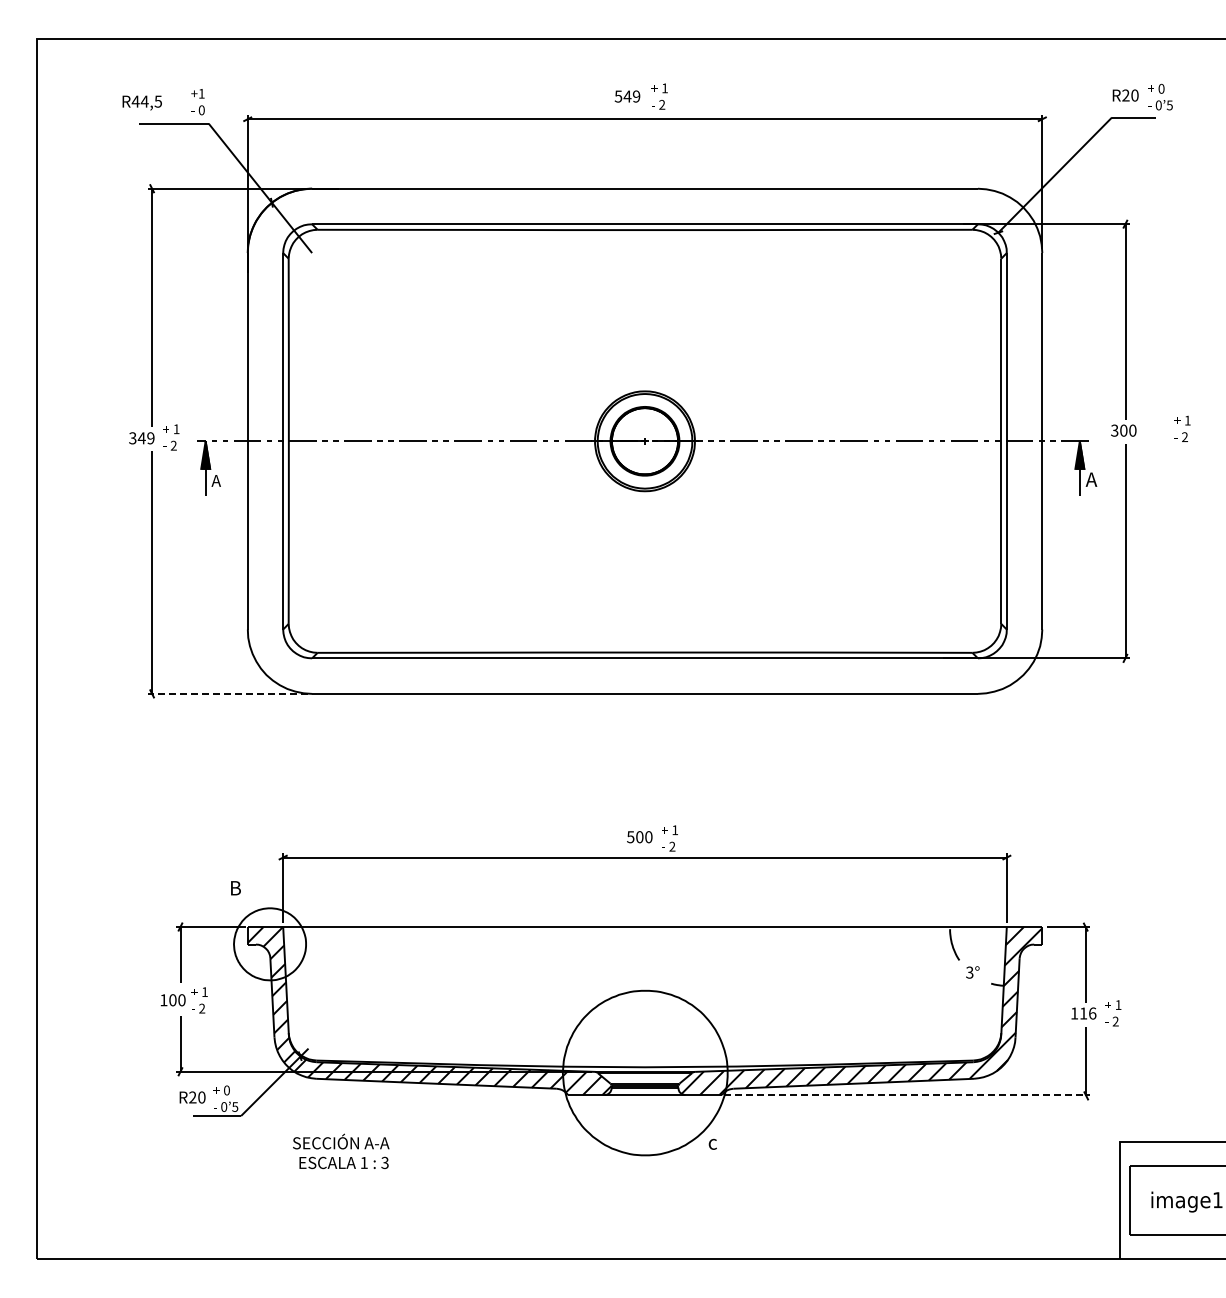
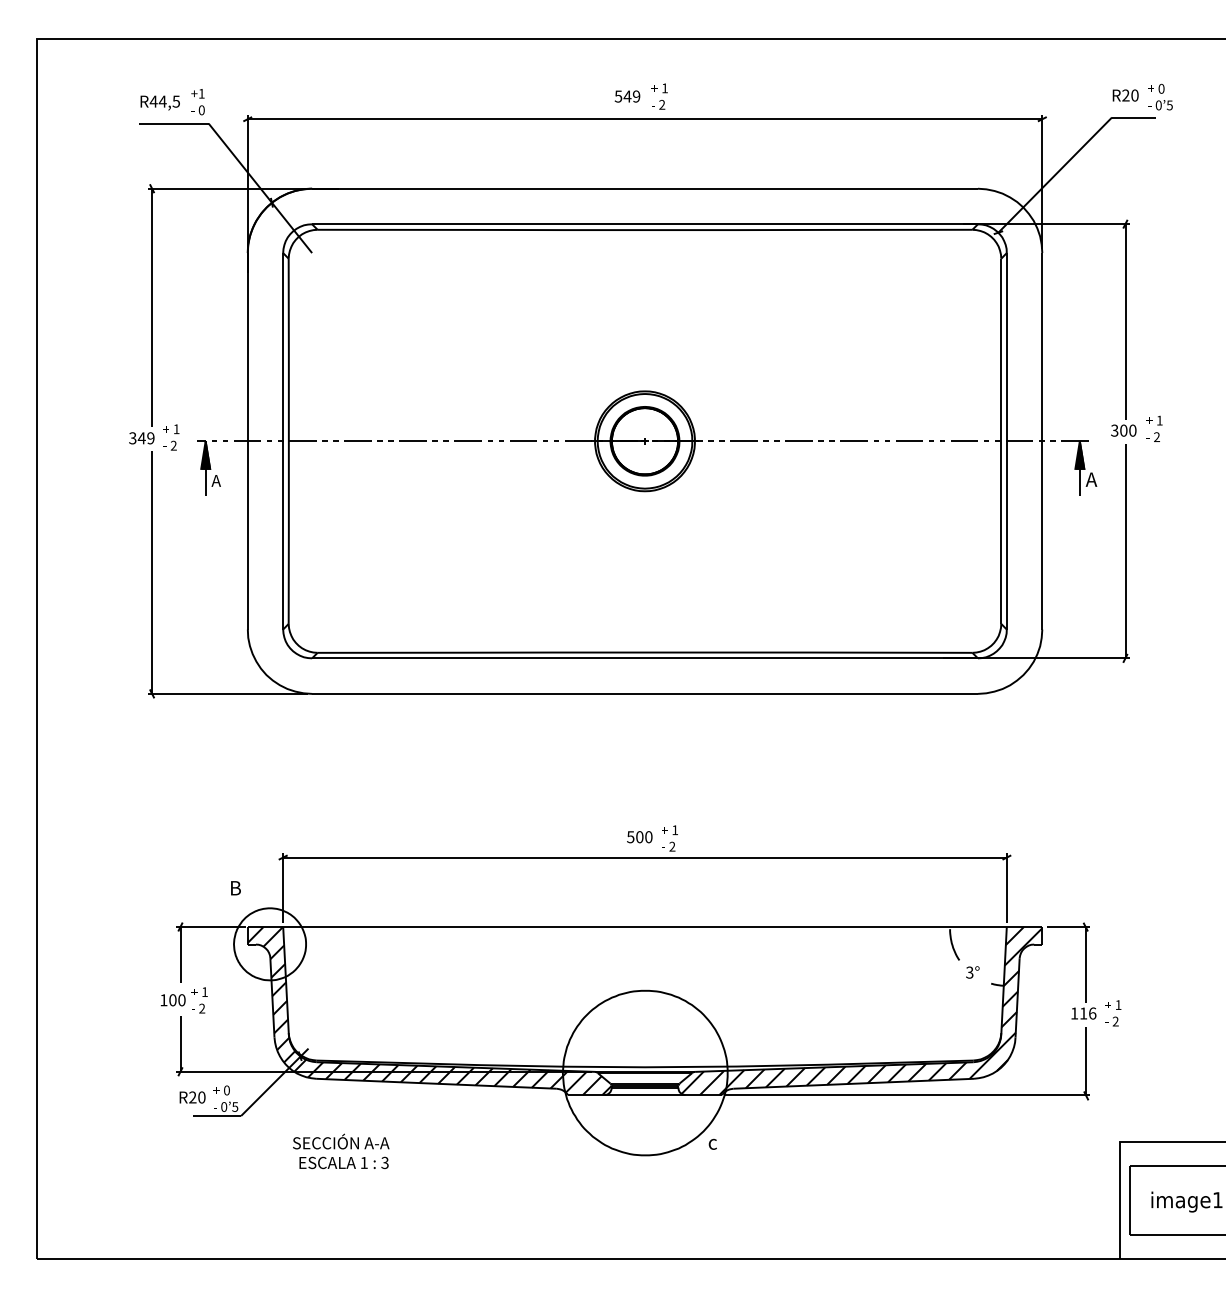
text at (141, 102) position: (141, 102) -> (159, 102)
text at (1182, 428) position: (1182, 428) -> (1154, 428)
line at (227, 693): dashed -> solid
line at (907, 1095): dashed -> solid
